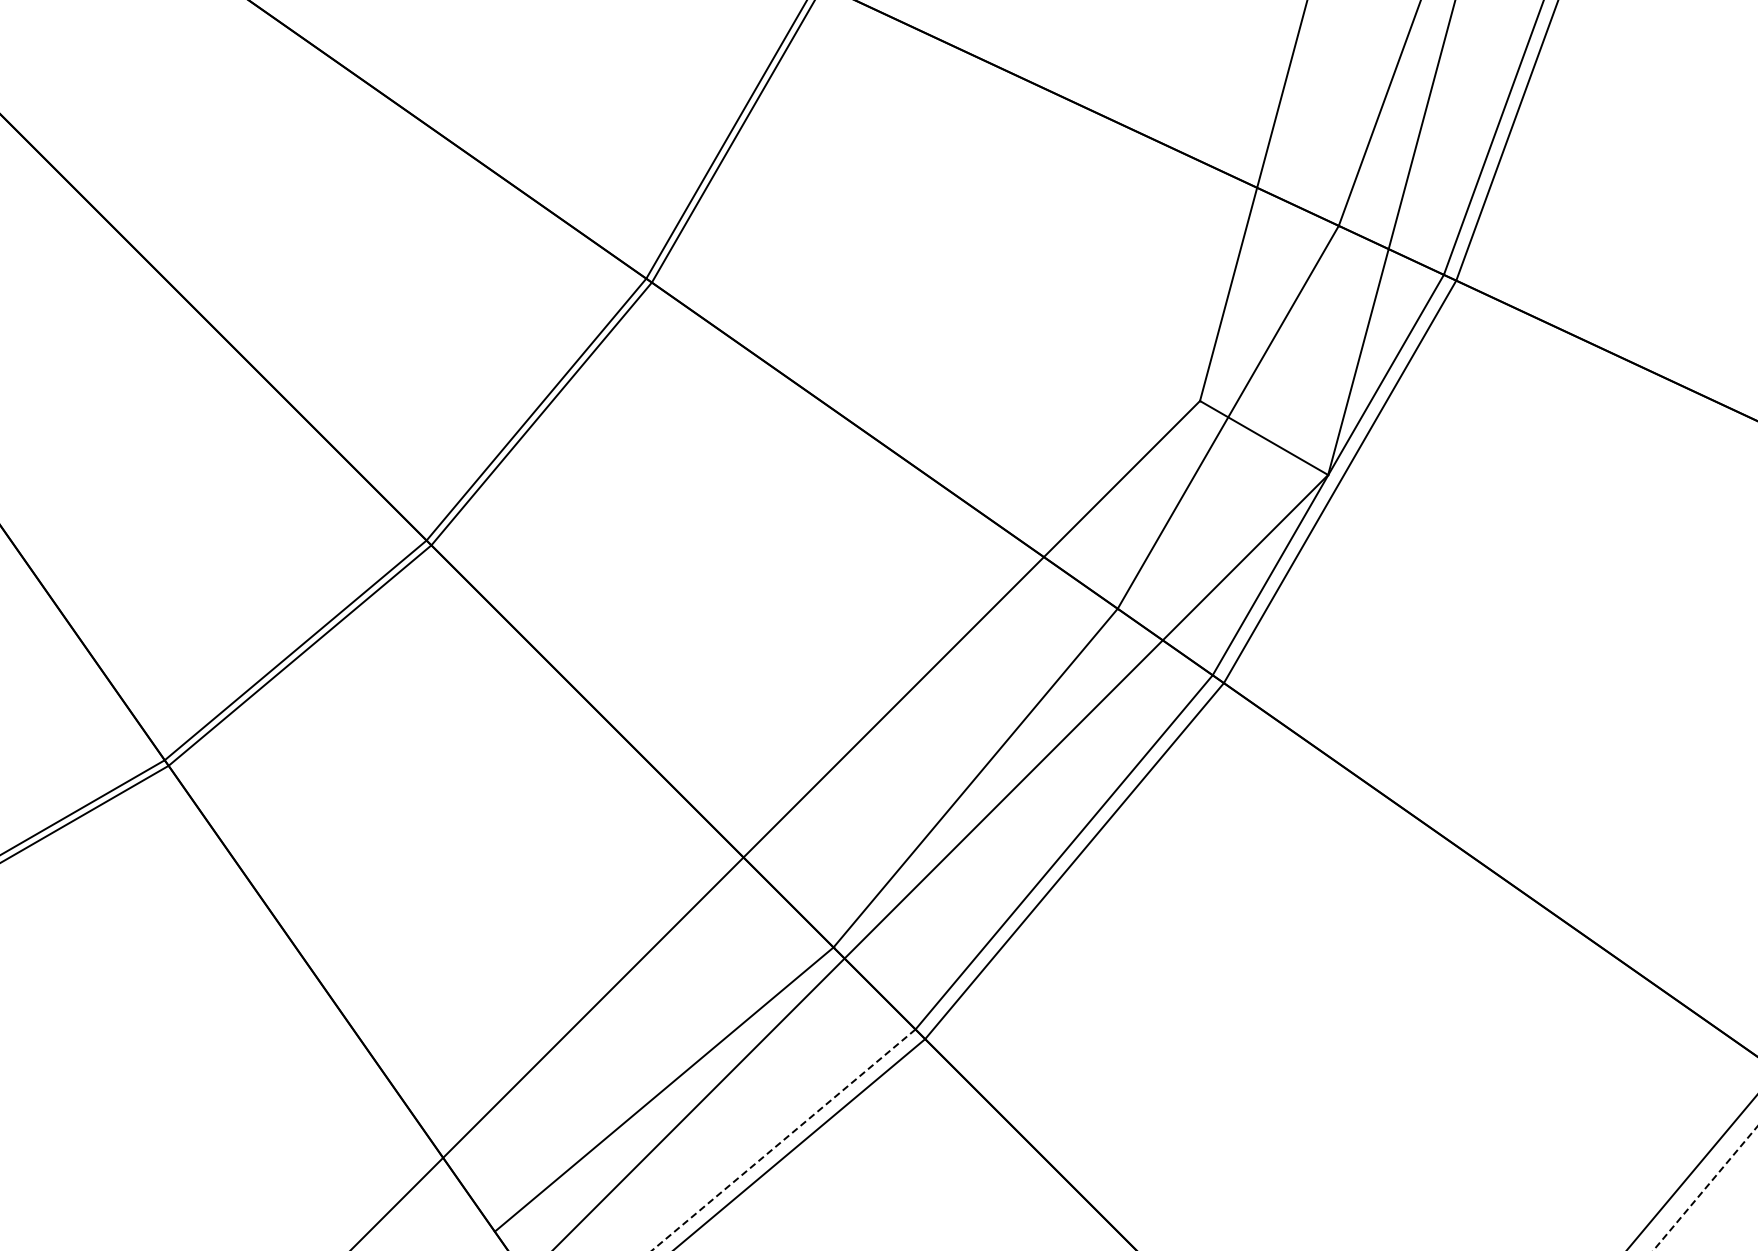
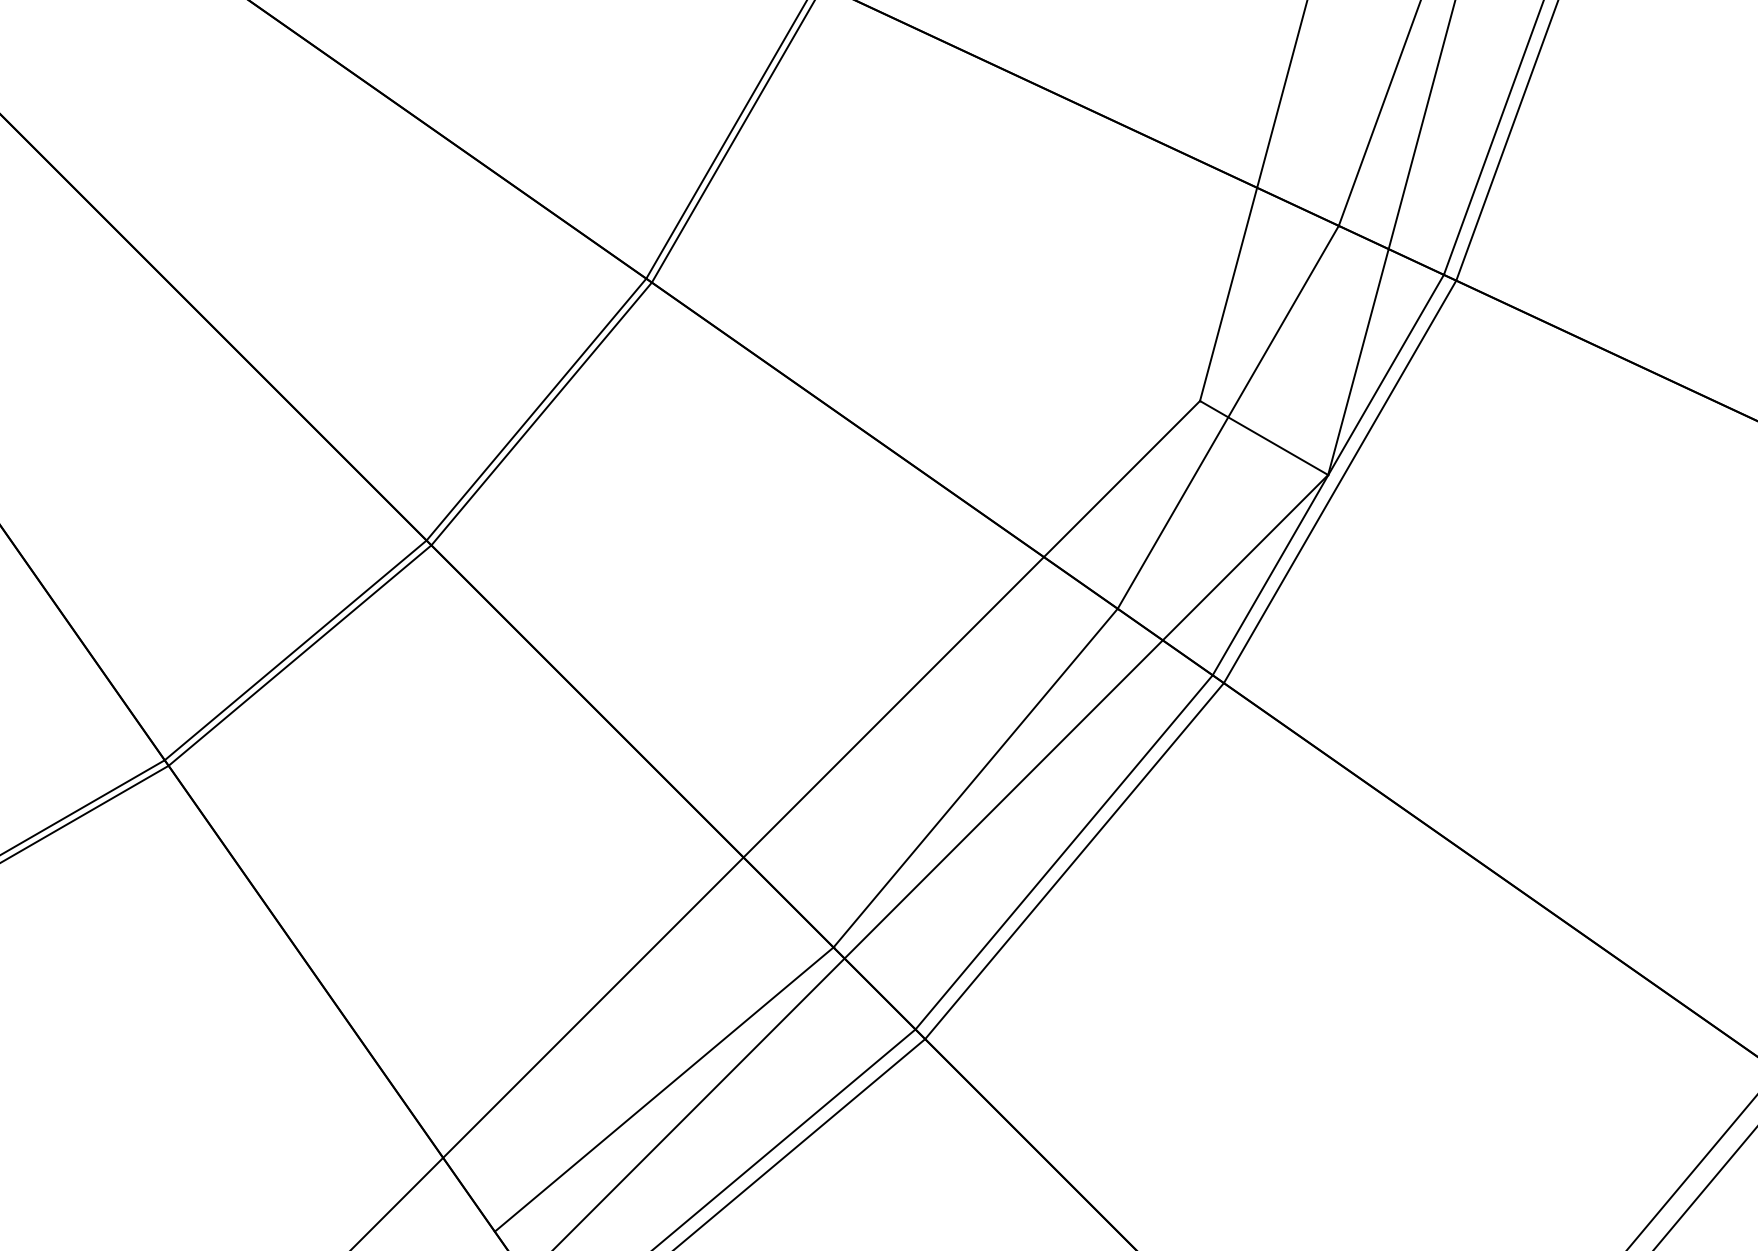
line at (783, 1140): dashed -> solid
line at (1705, 1188): dashed -> solid
